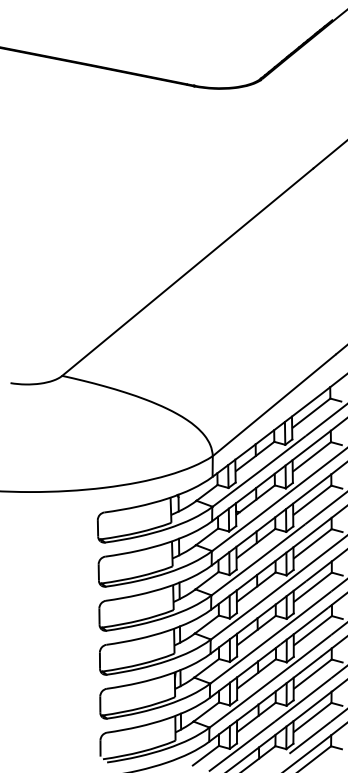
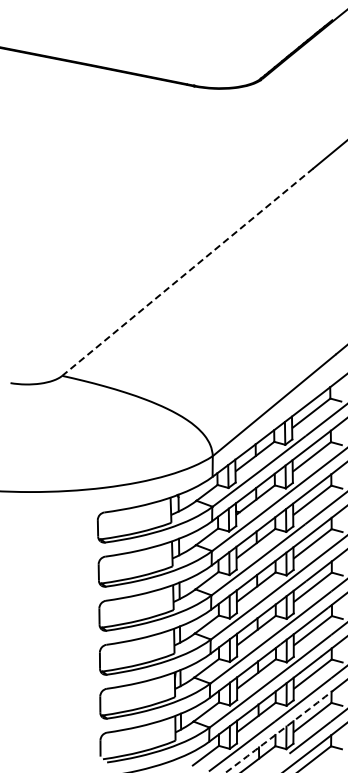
line at (187, 272): solid -> dashed
arc at (279, 731): solid -> dashed
